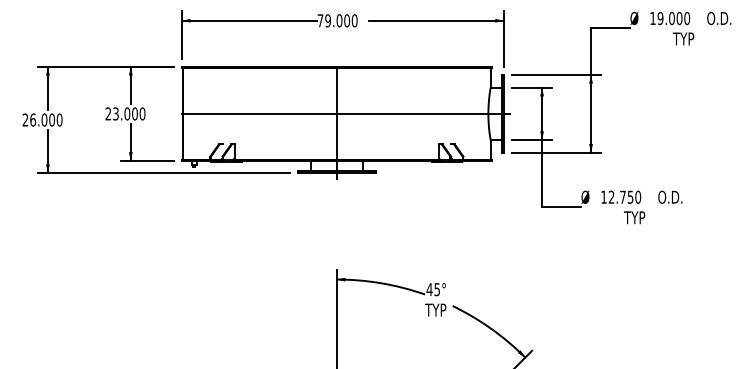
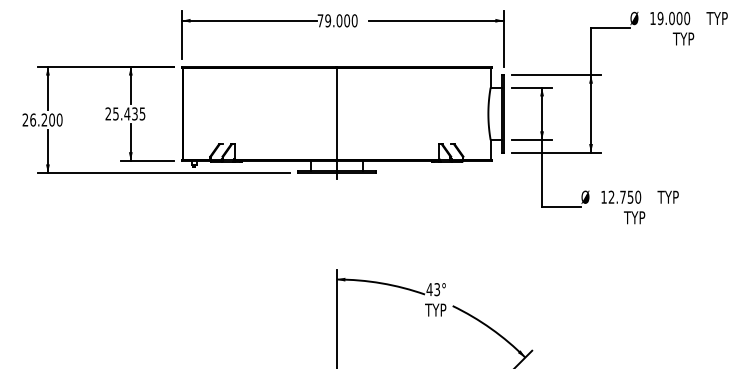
text at (718, 18): O.D. -> TYP
text at (129, 113): 23.000 -> 25.435
line at (346, 113): present -> none
text at (44, 119): 26.000 -> 26.200
text at (669, 196): O.D. -> TYP
text at (436, 288): 45° -> 43°
